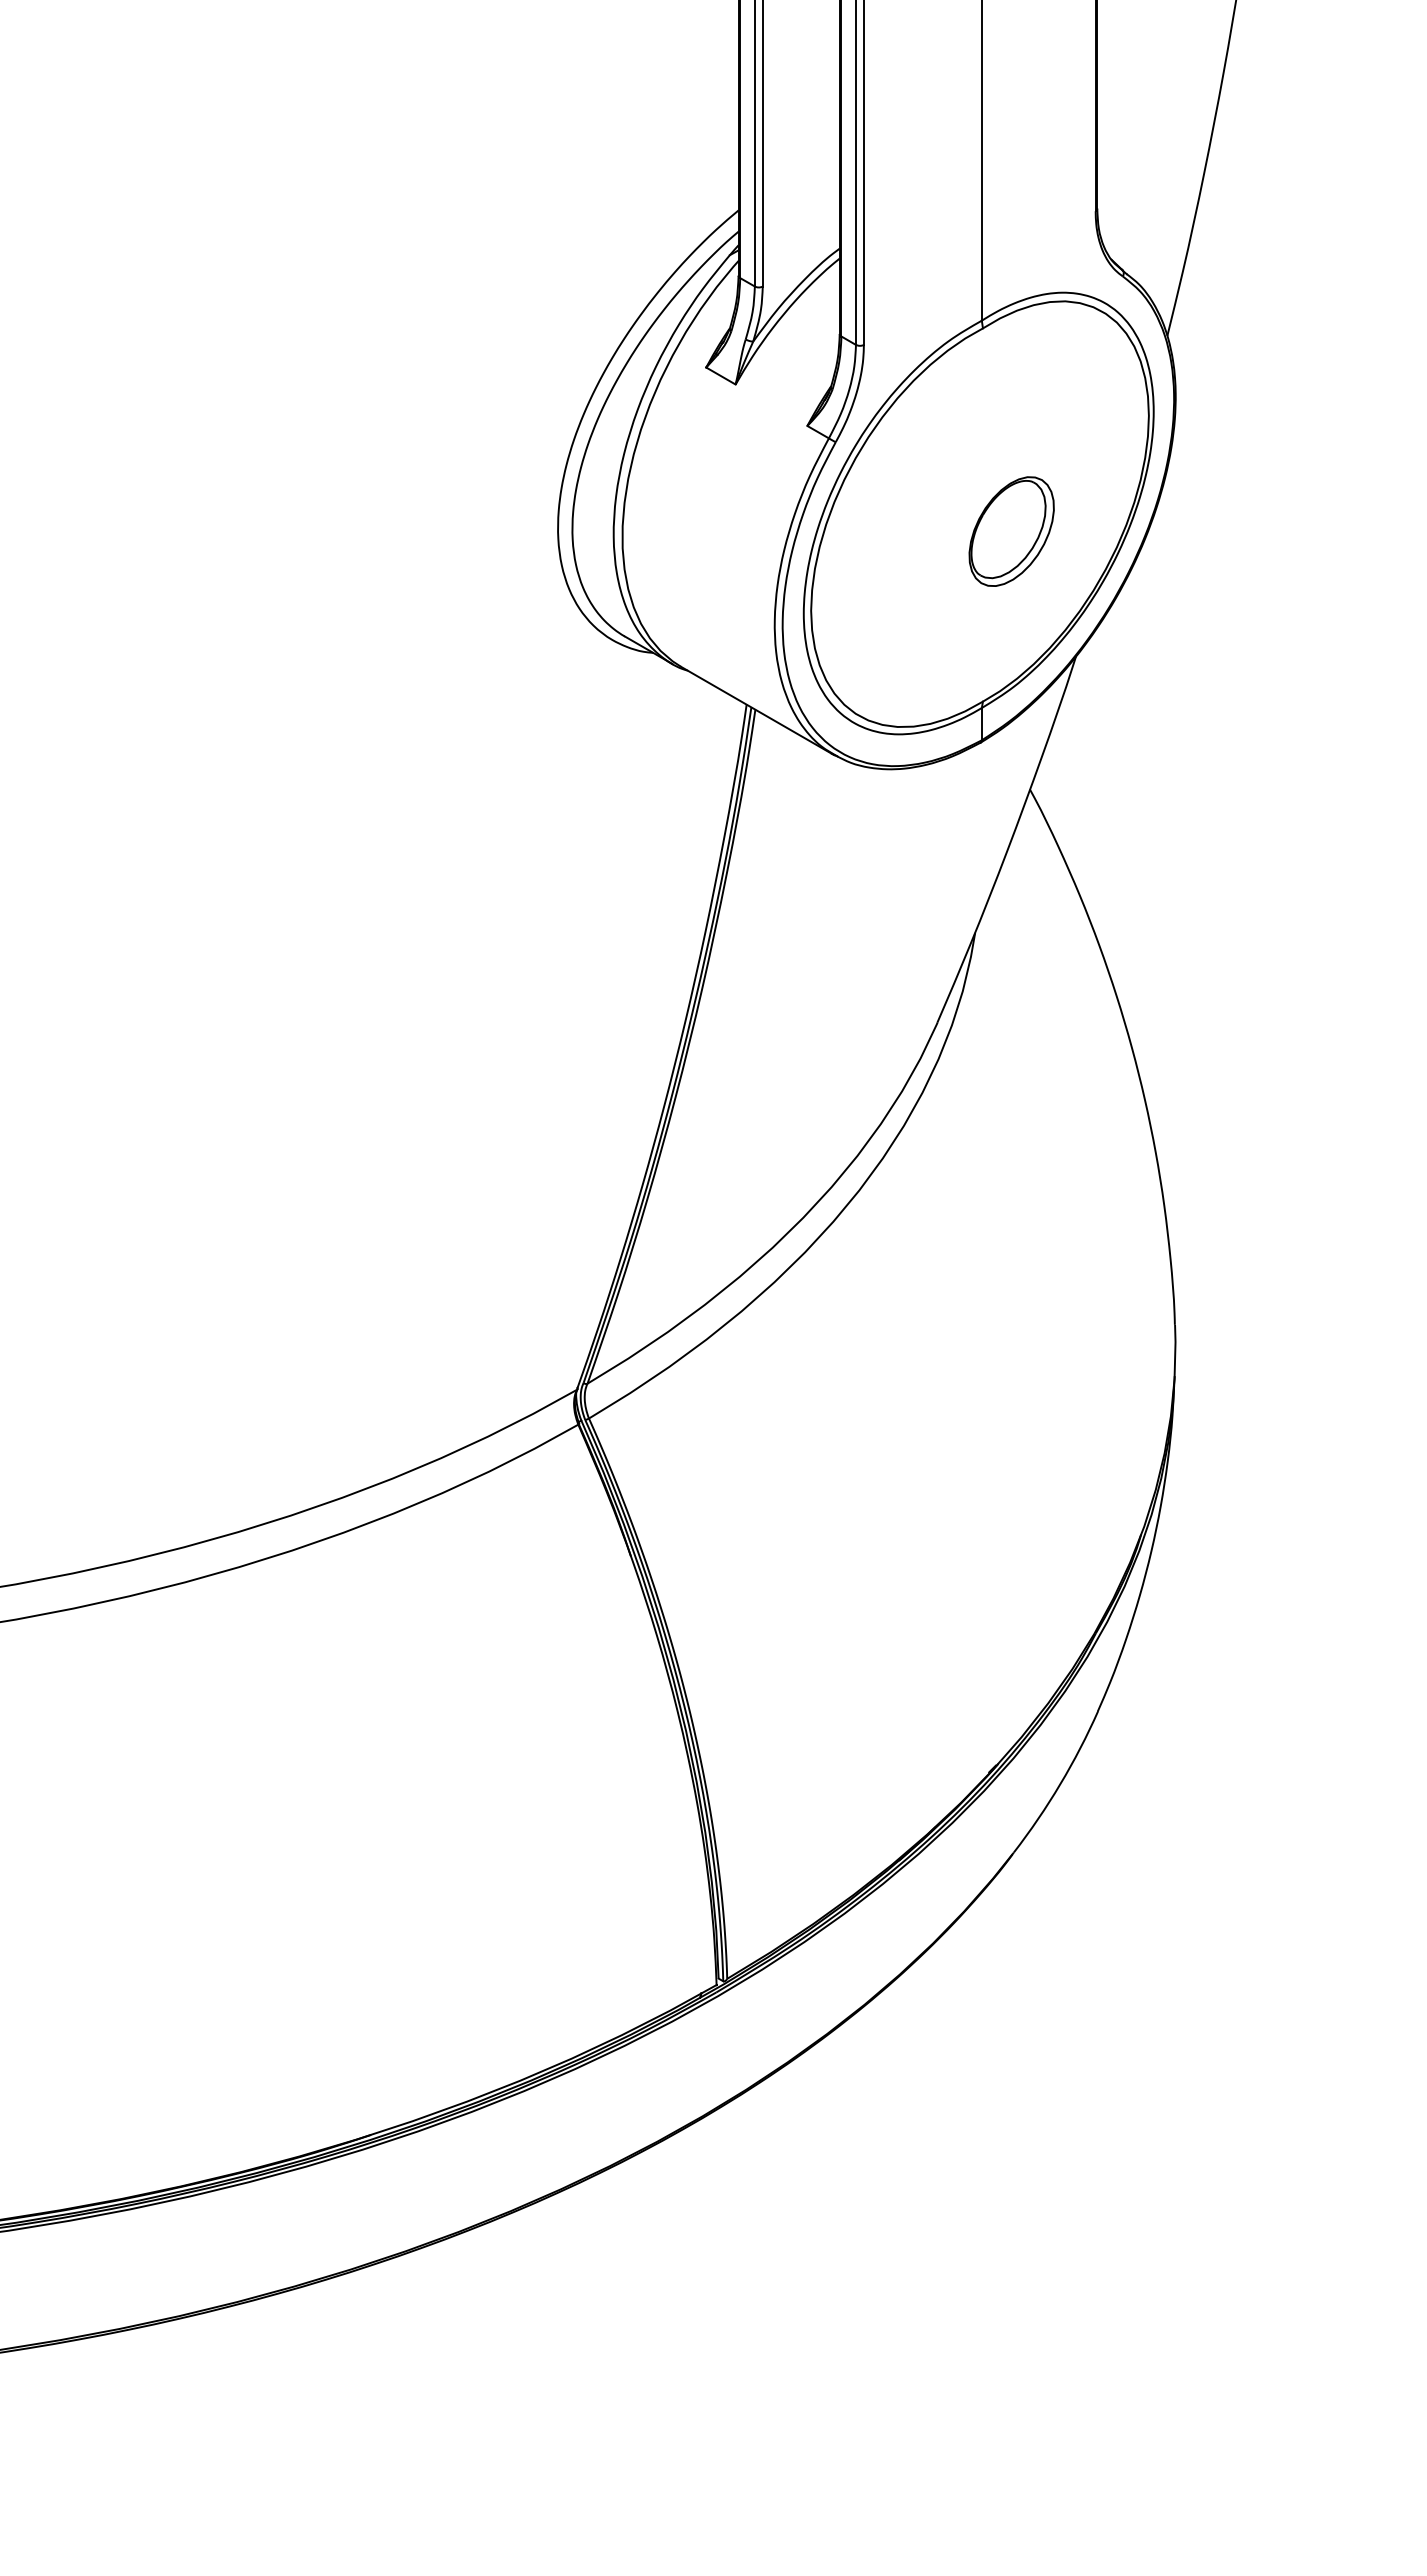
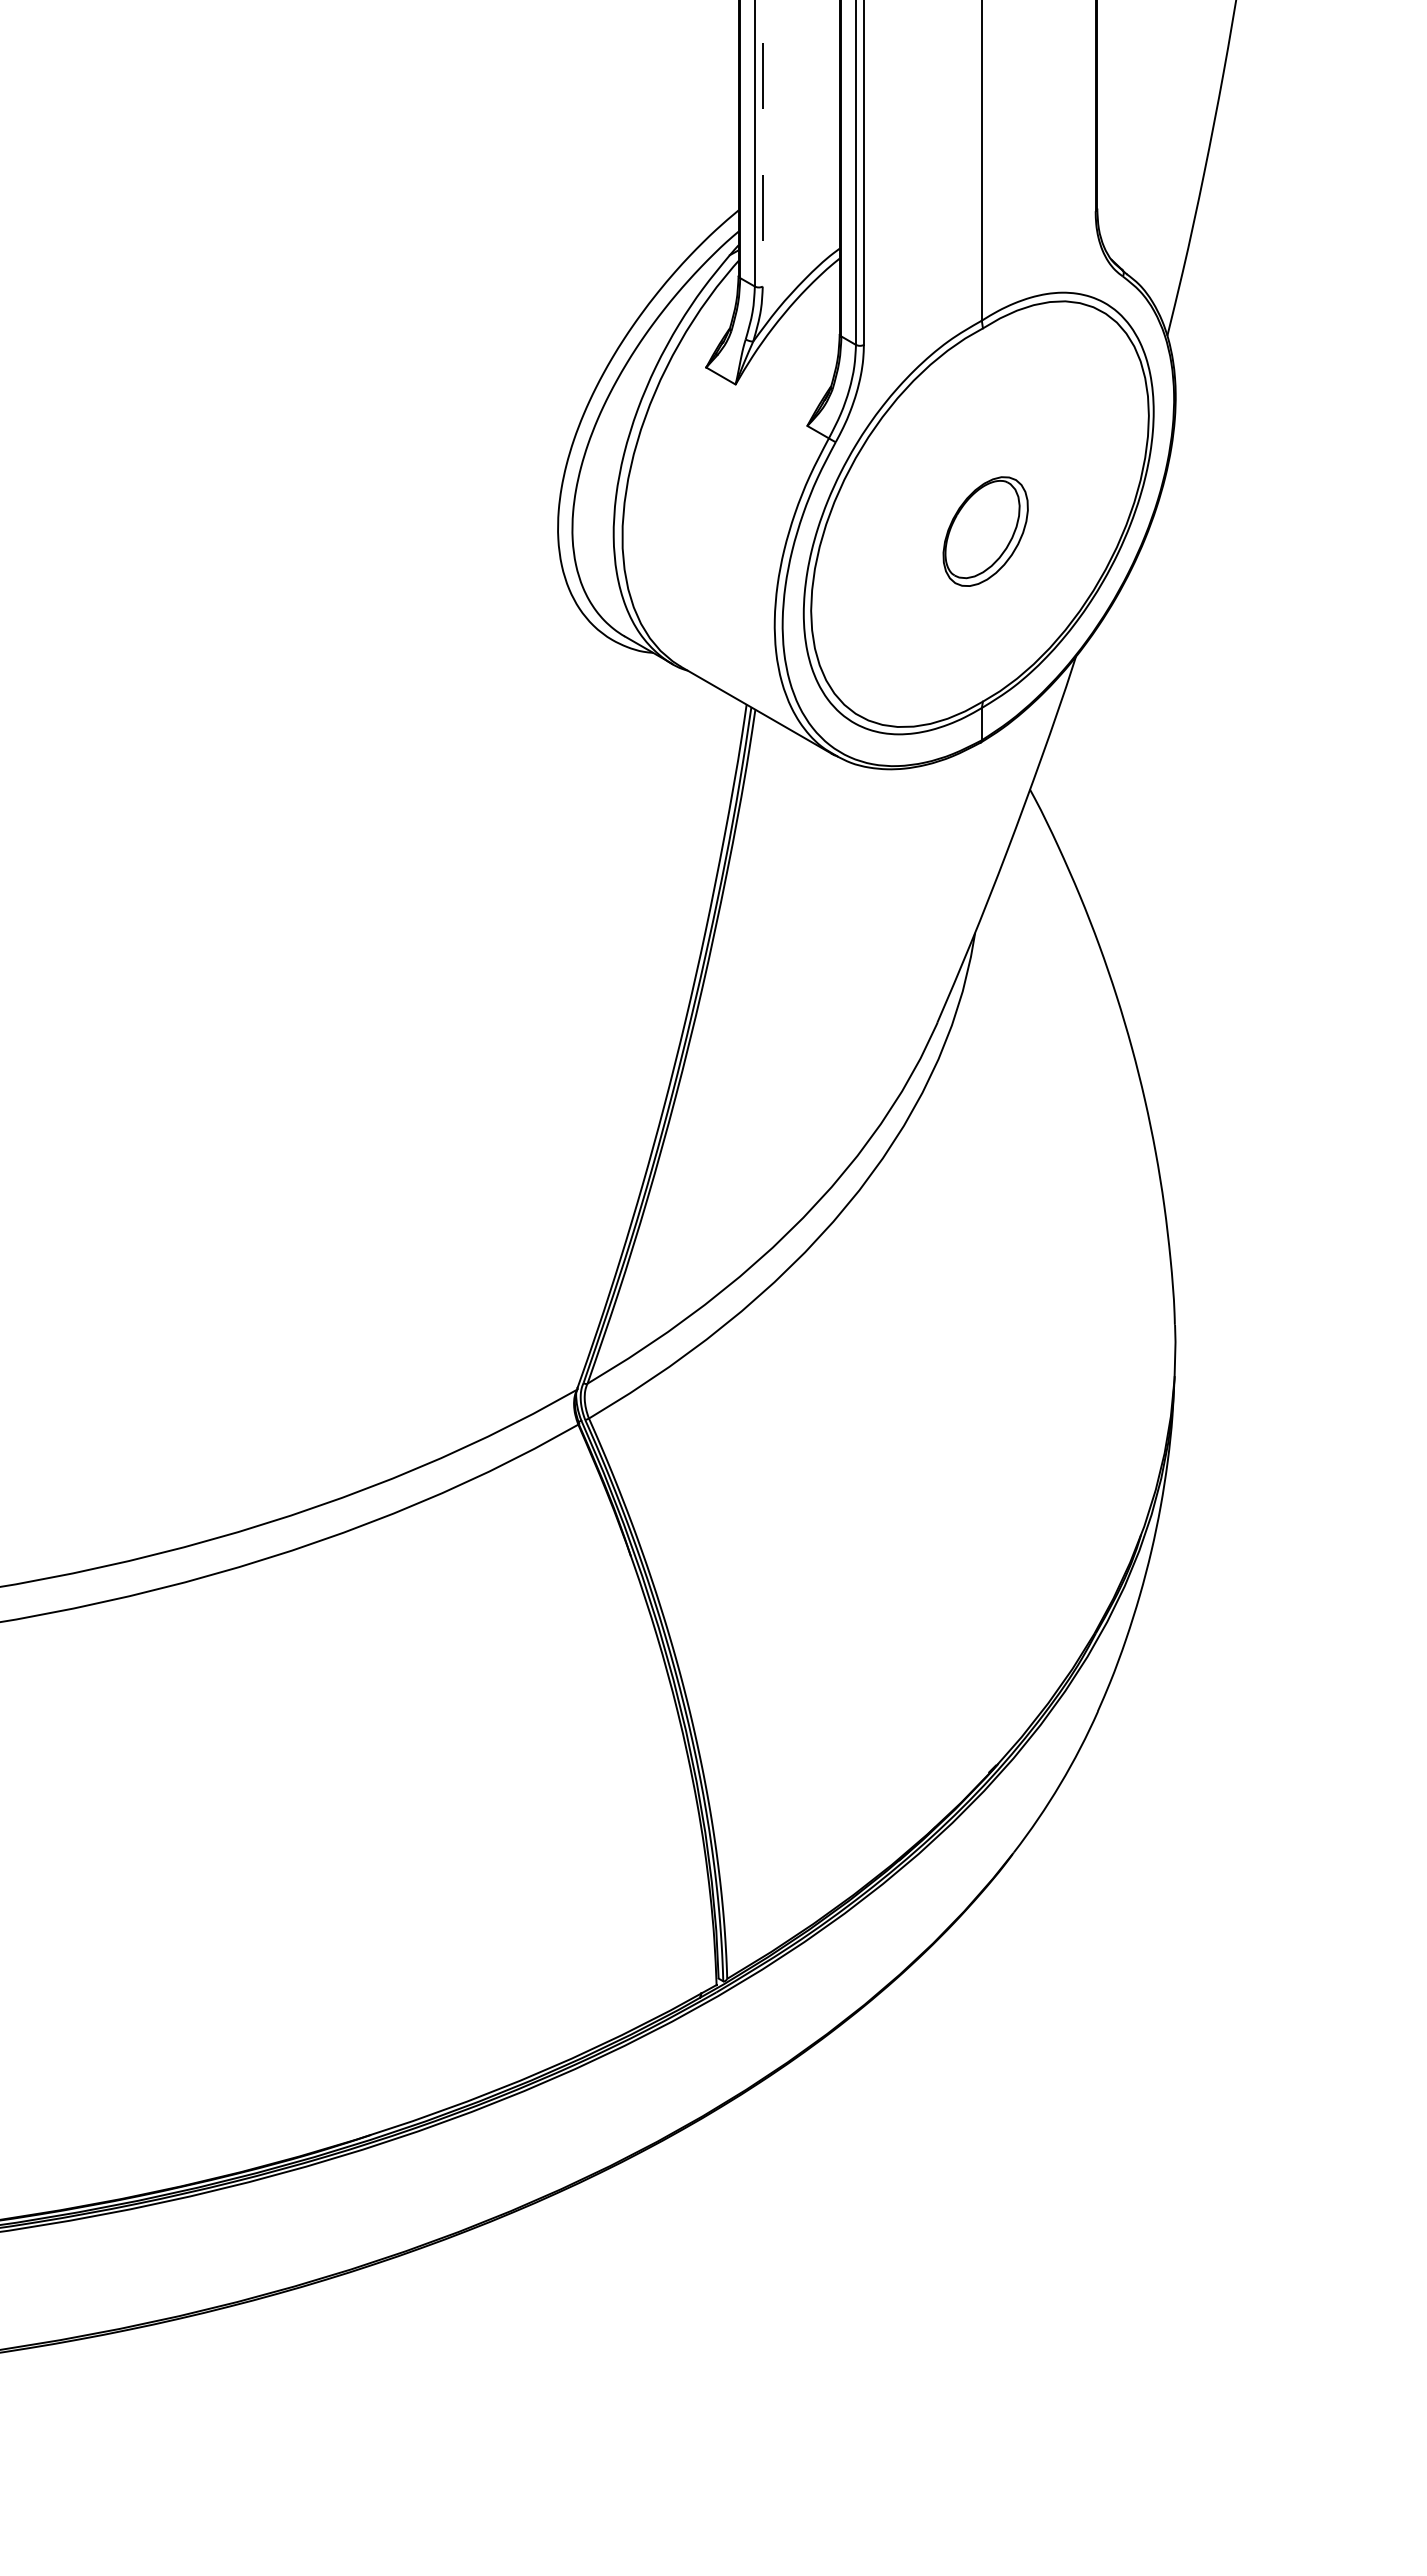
line at (762, 143): solid -> dashed
part at (1011, 531) position: (1011, 531) -> (985, 531)
